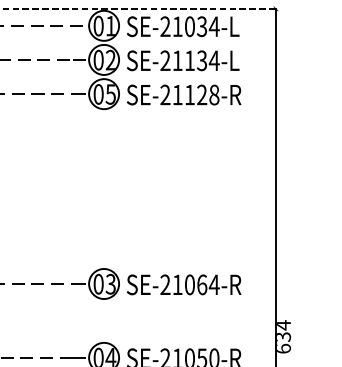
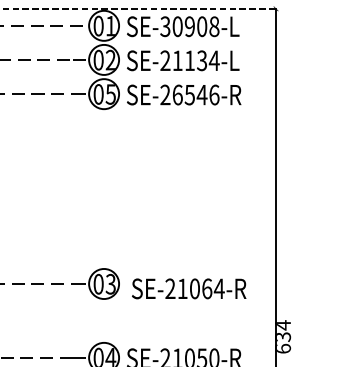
text at (189, 26): SE-21034-L -> SE-30908-L
text at (196, 94): SE-21128-R -> SE-26546-R
text at (184, 284) position: (184, 284) -> (189, 288)
